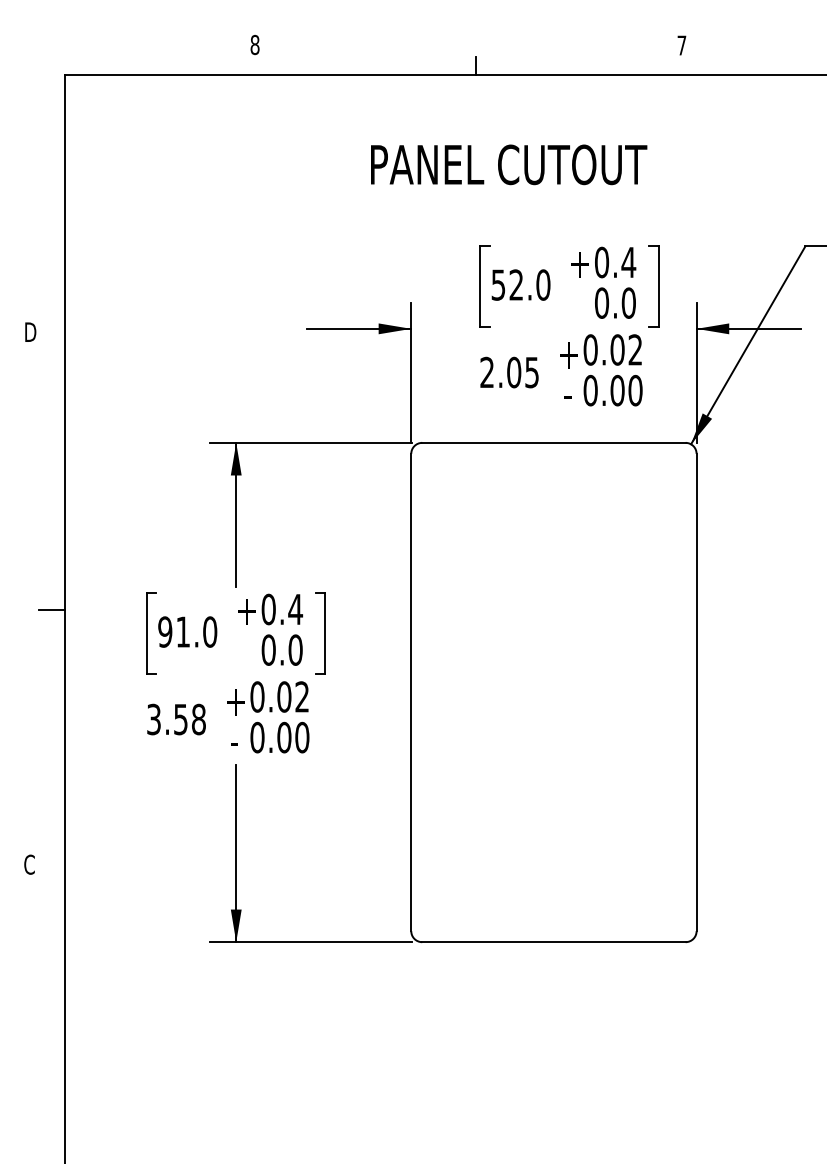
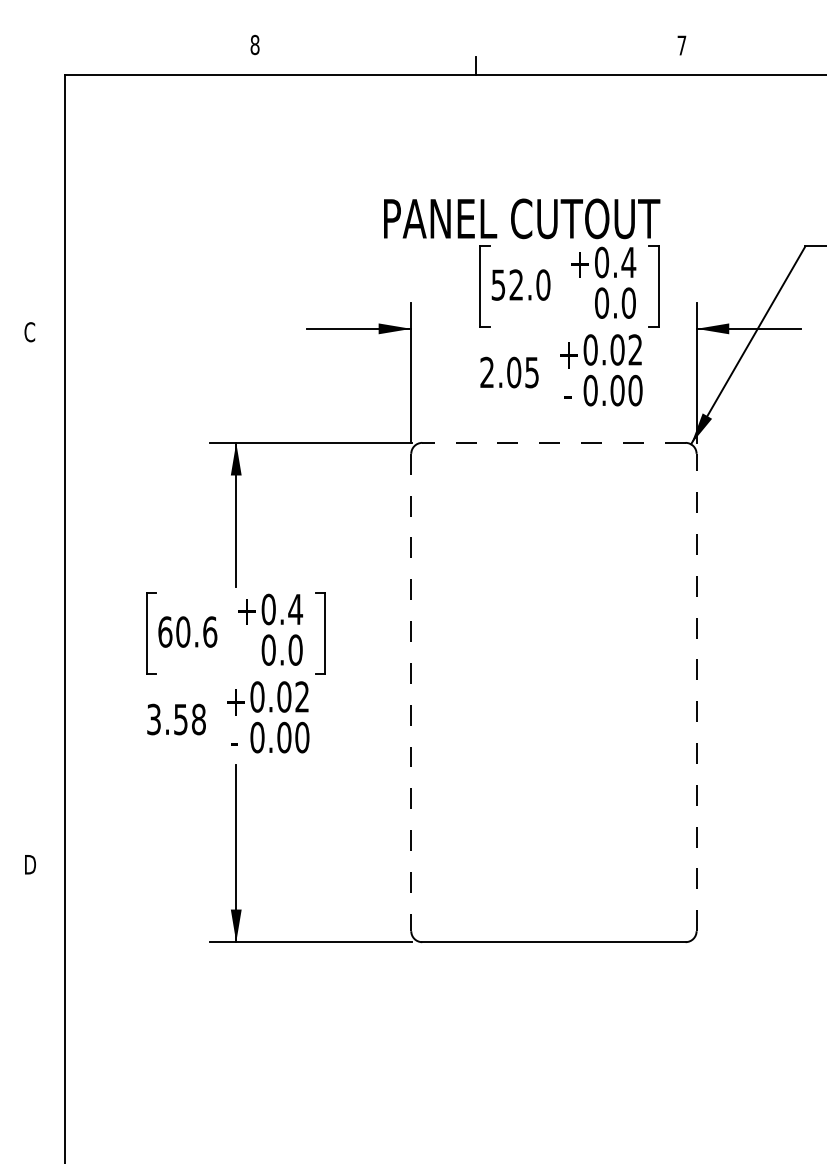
text at (509, 164) position: (509, 164) -> (522, 218)
text at (30, 332): D -> C
line at (553, 442): solid -> dashed
line at (51, 610): present -> none
text at (187, 631): 91.0 -> 60.6
line at (411, 692): solid -> dashed
line at (696, 692): solid -> dashed
text at (29, 864): C -> D
